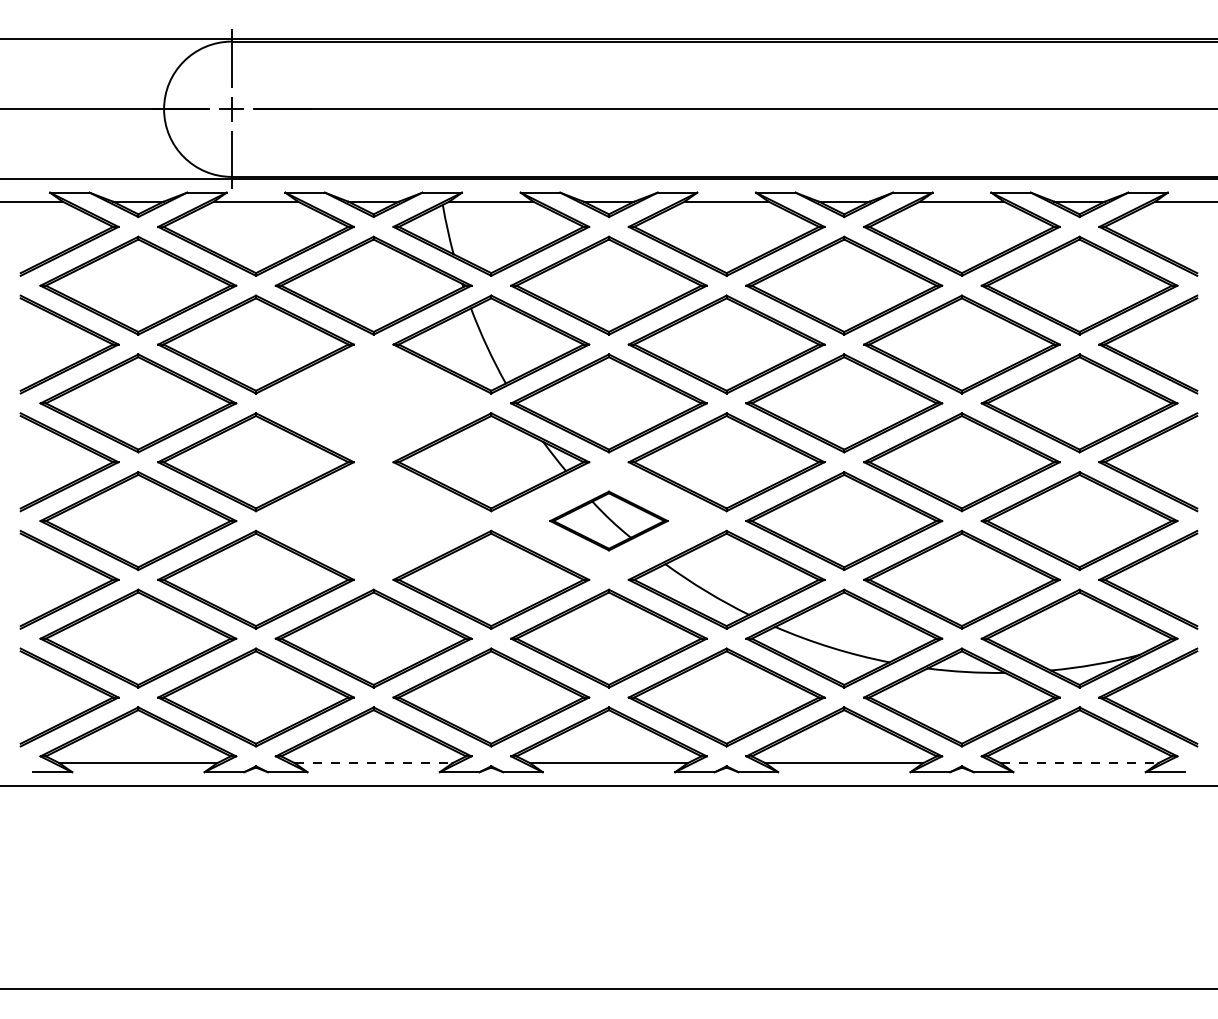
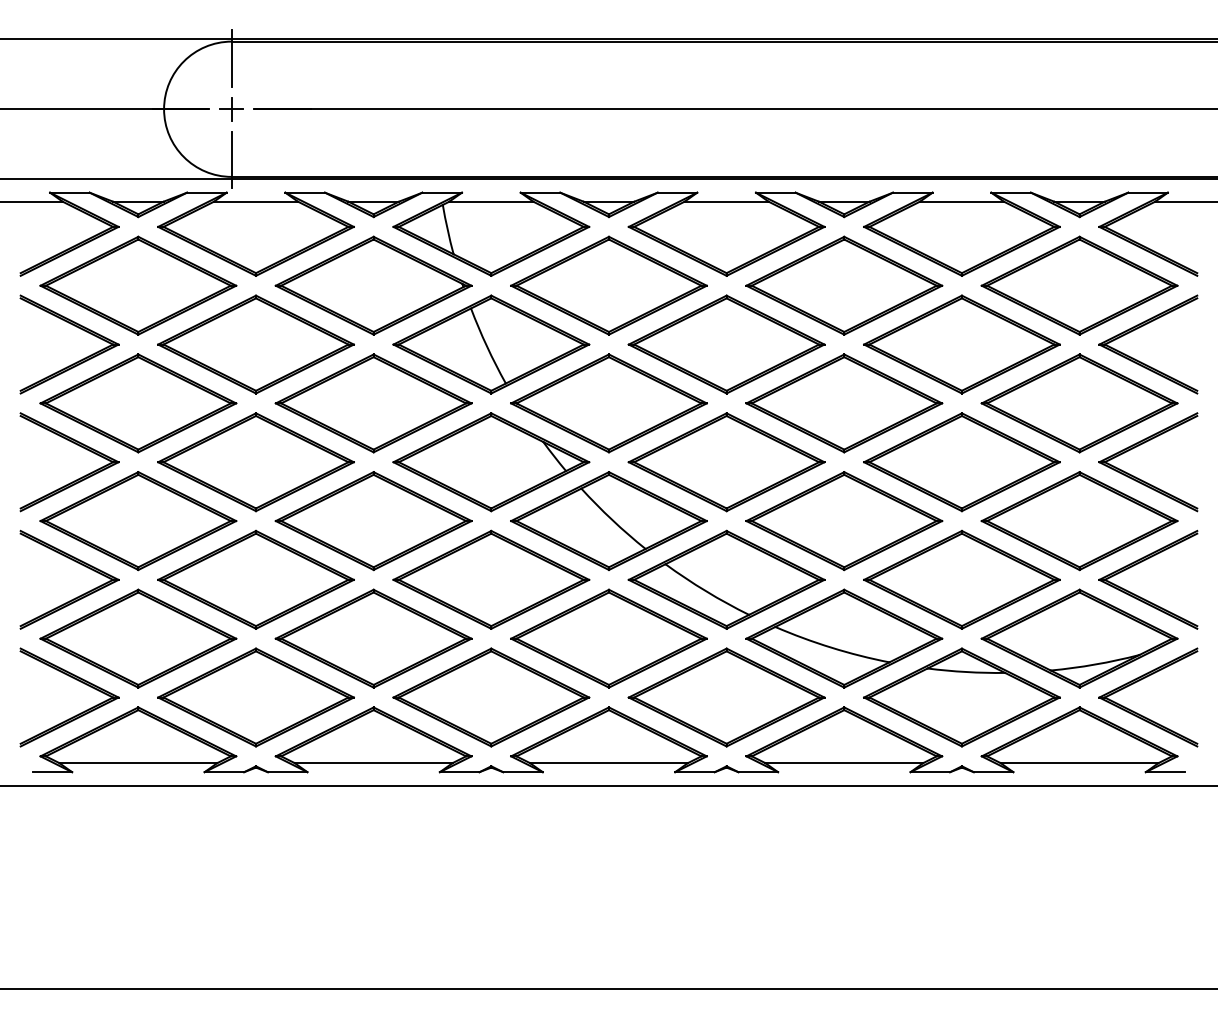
part at (373, 403): none -> present
part at (608, 520) size: 120x62 px -> 198x100 px
part at (373, 521): none -> present
line at (373, 763): dashed -> solid
line at (1079, 763): dashed -> solid
